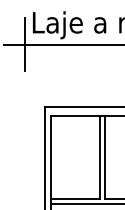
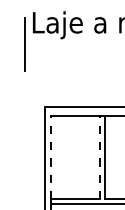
line at (62, 44): present -> none
line at (51, 157): solid -> dashed
line at (100, 157): solid -> dashed
